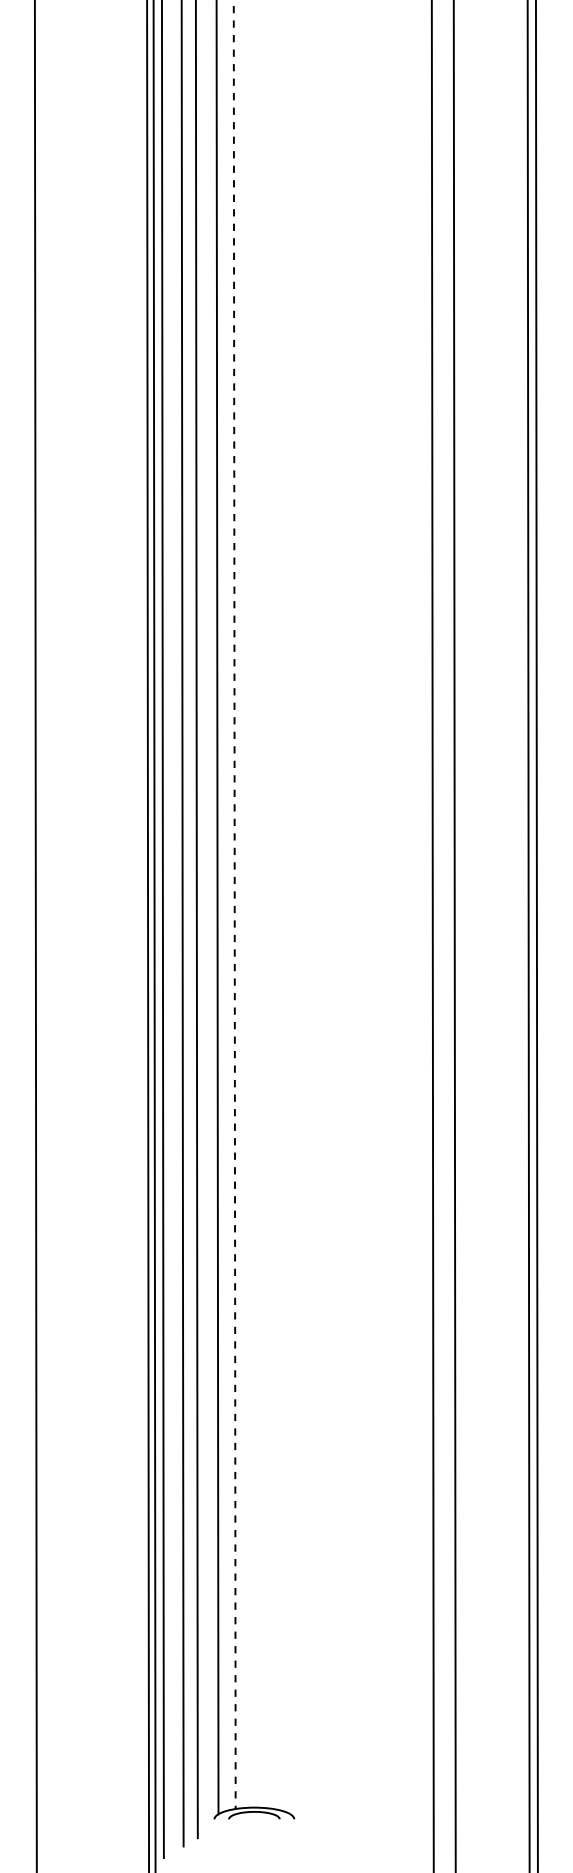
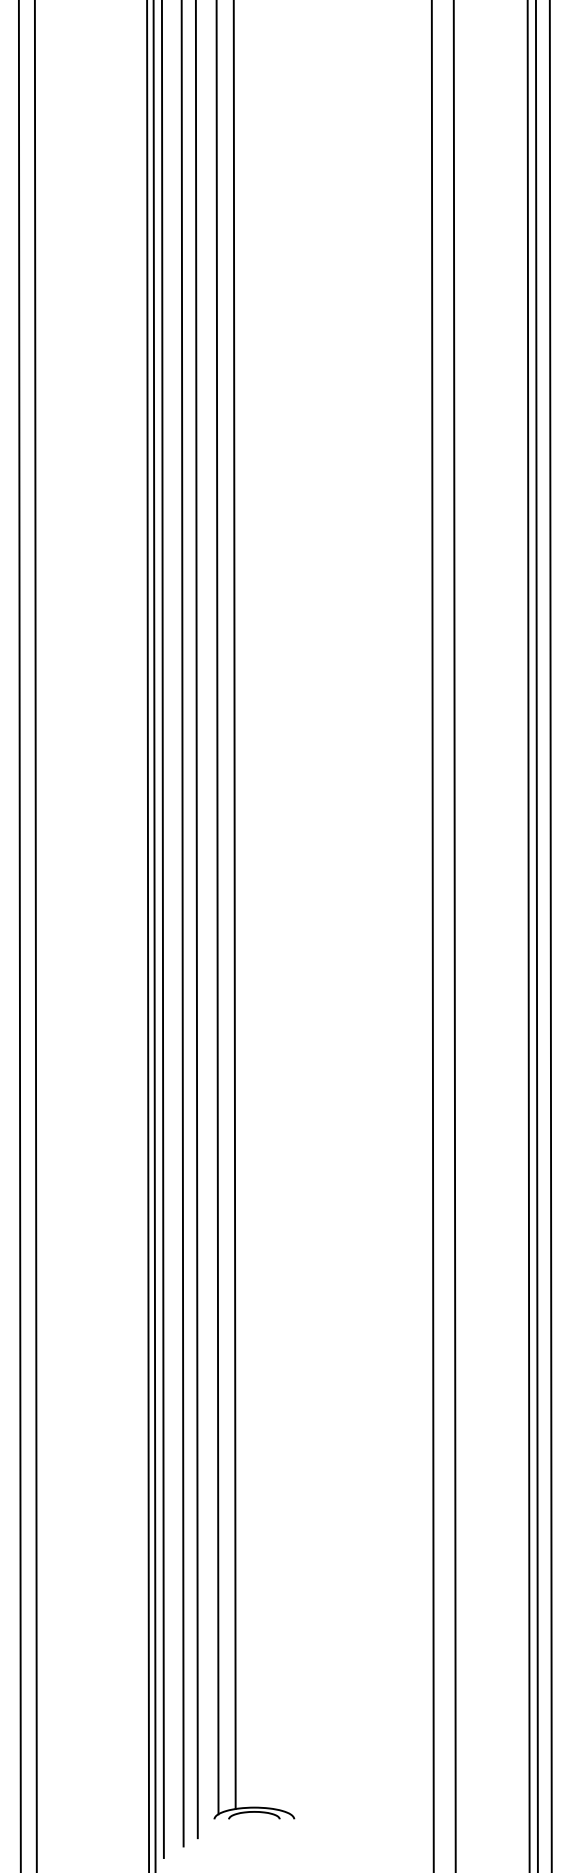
line at (234, 905): dashed -> solid
line at (19, 935): none -> present
line at (550, 935): none -> present
